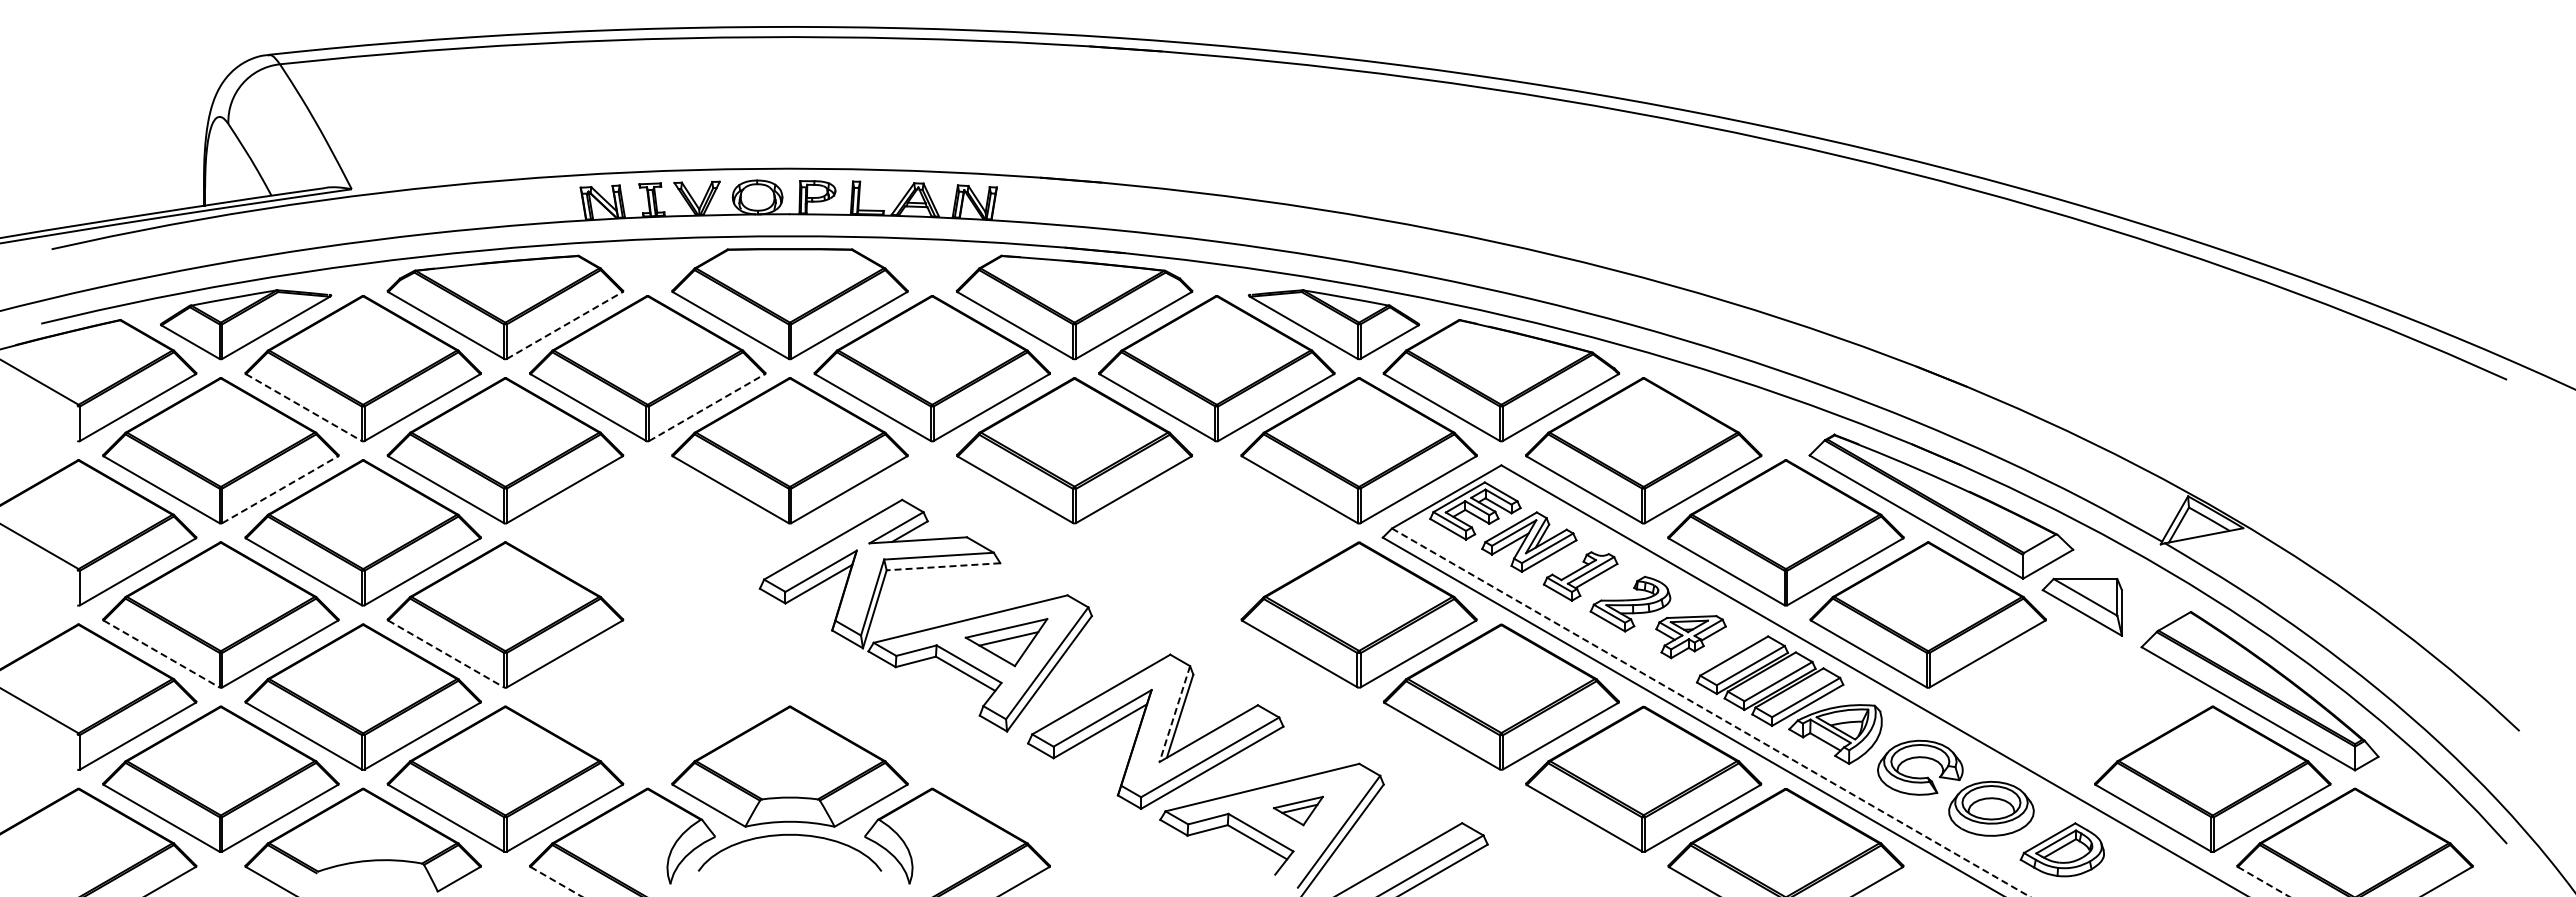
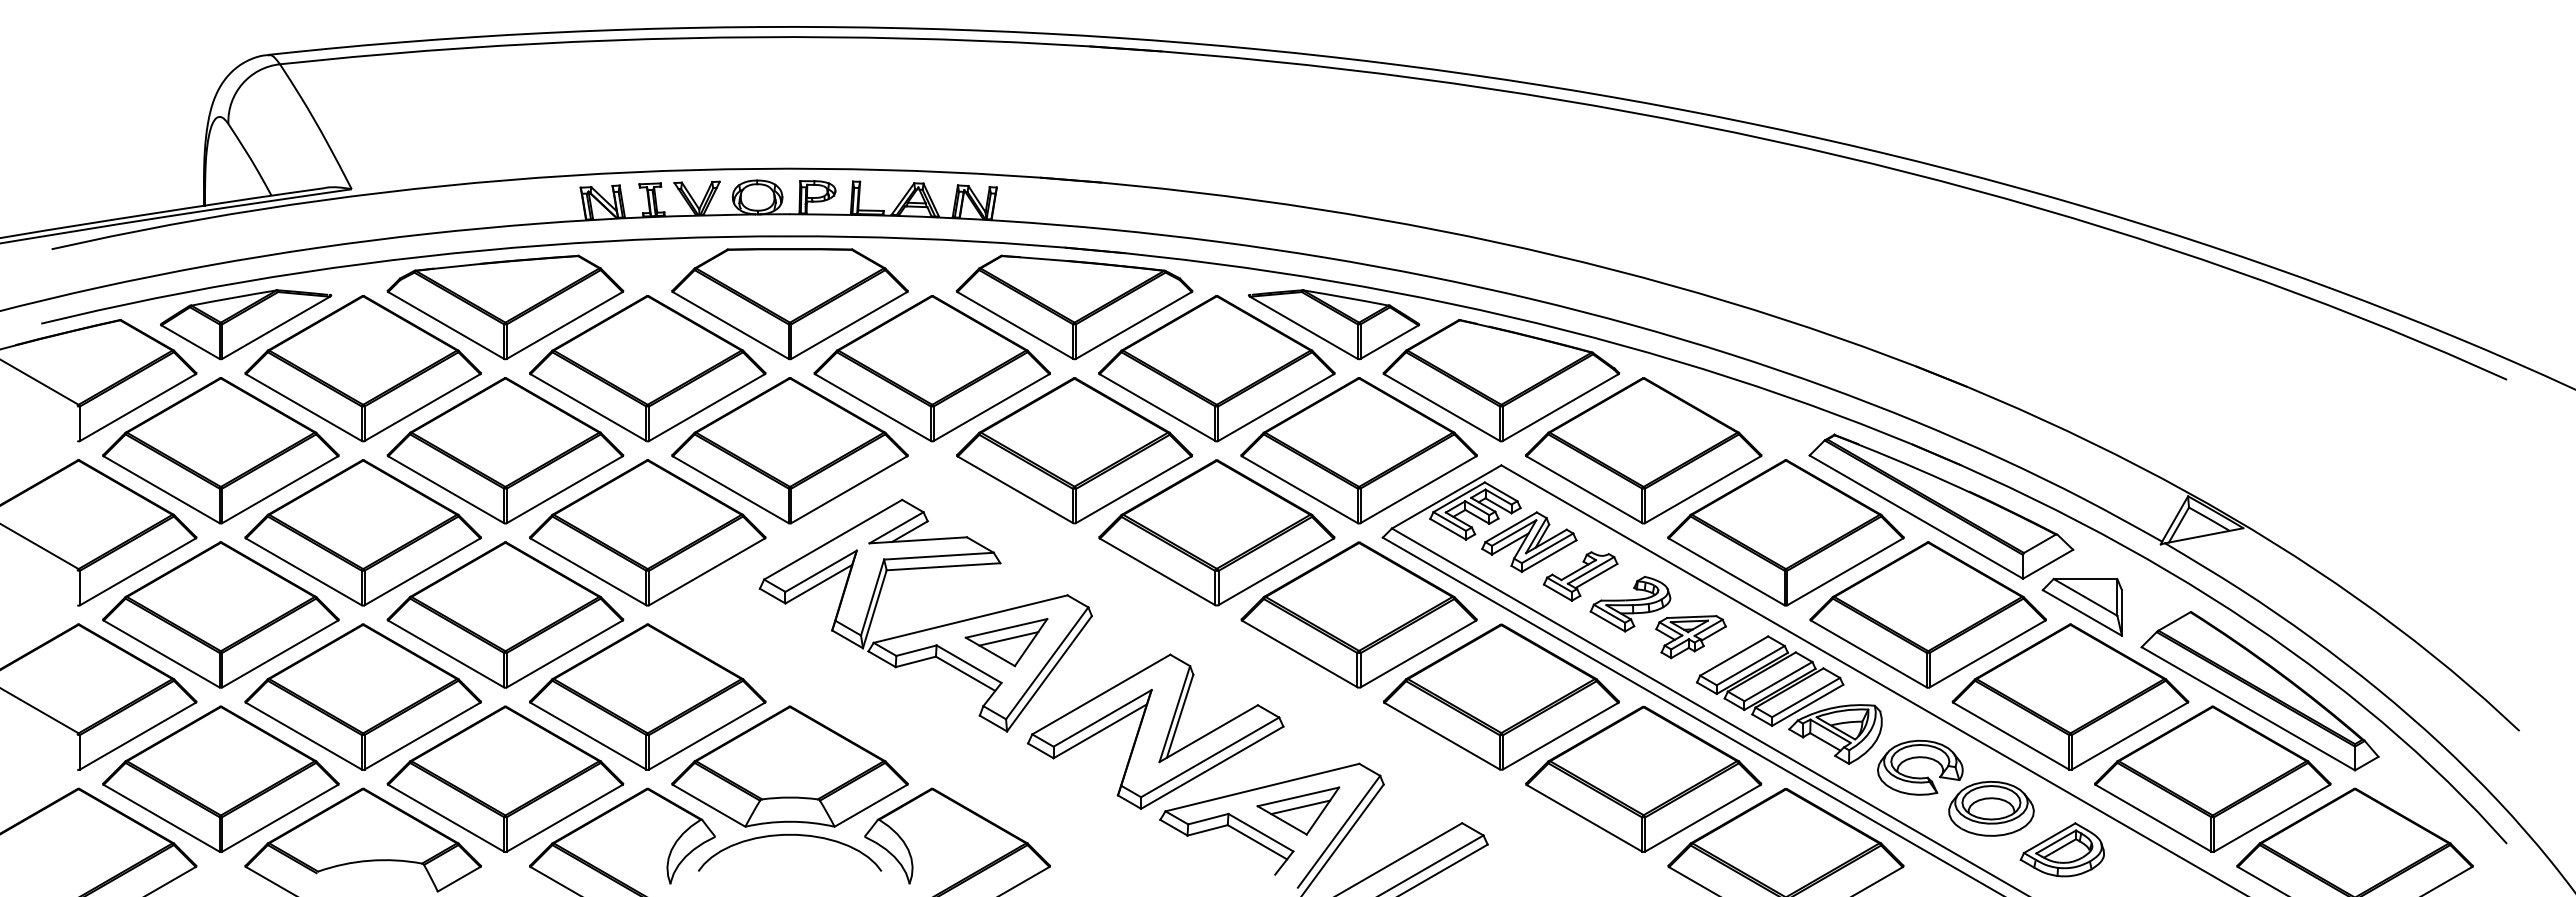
line at (564, 325): dashed -> solid
line at (303, 407): dashed -> solid
line at (707, 407): dashed -> solid
line at (280, 489): dashed -> solid
part at (647, 532): none -> present
part at (1216, 532): none -> present
line at (943, 566): dashed -> solid
line at (161, 654): dashed -> solid
line at (446, 654): dashed -> solid
part at (647, 696): none -> present
part at (2070, 696): none -> present
line at (1711, 712): dashed -> solid
line at (1174, 714): dashed -> solid
part at (1298, 810) size: 51x32 px -> 85x50 px
line at (556, 881): dashed -> solid
line at (2263, 881): dashed -> solid
